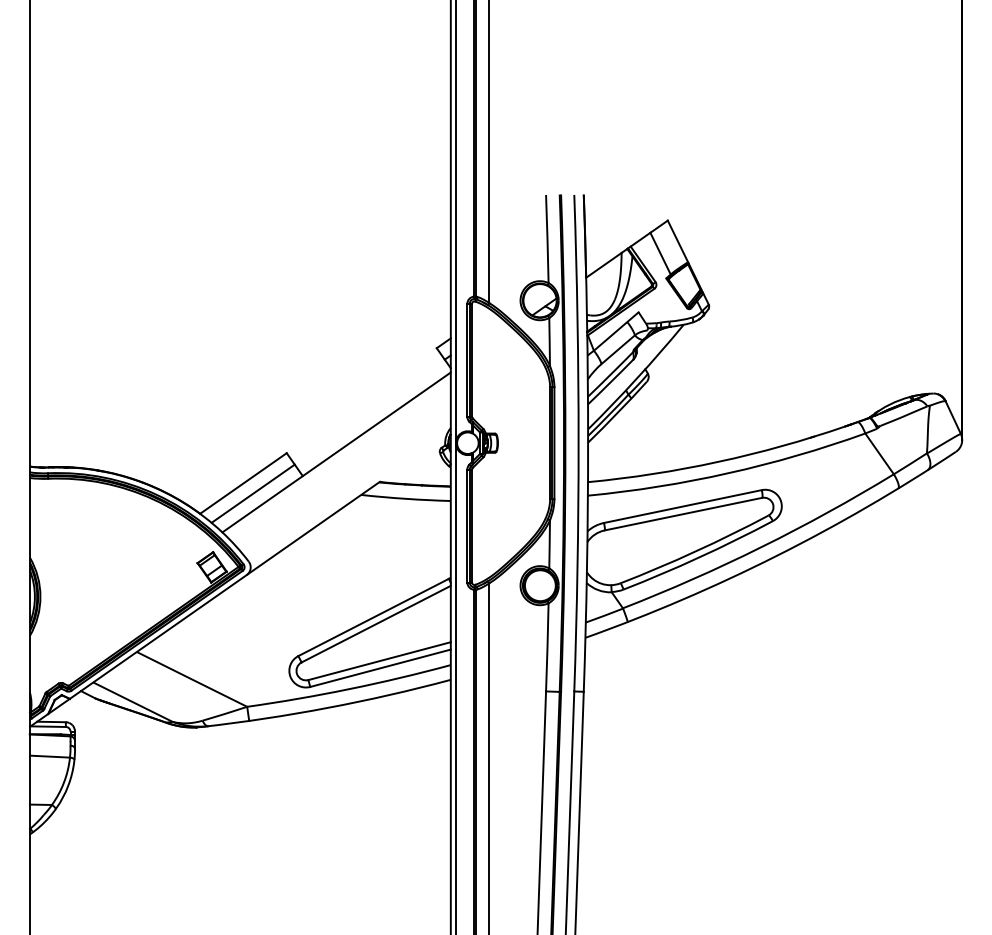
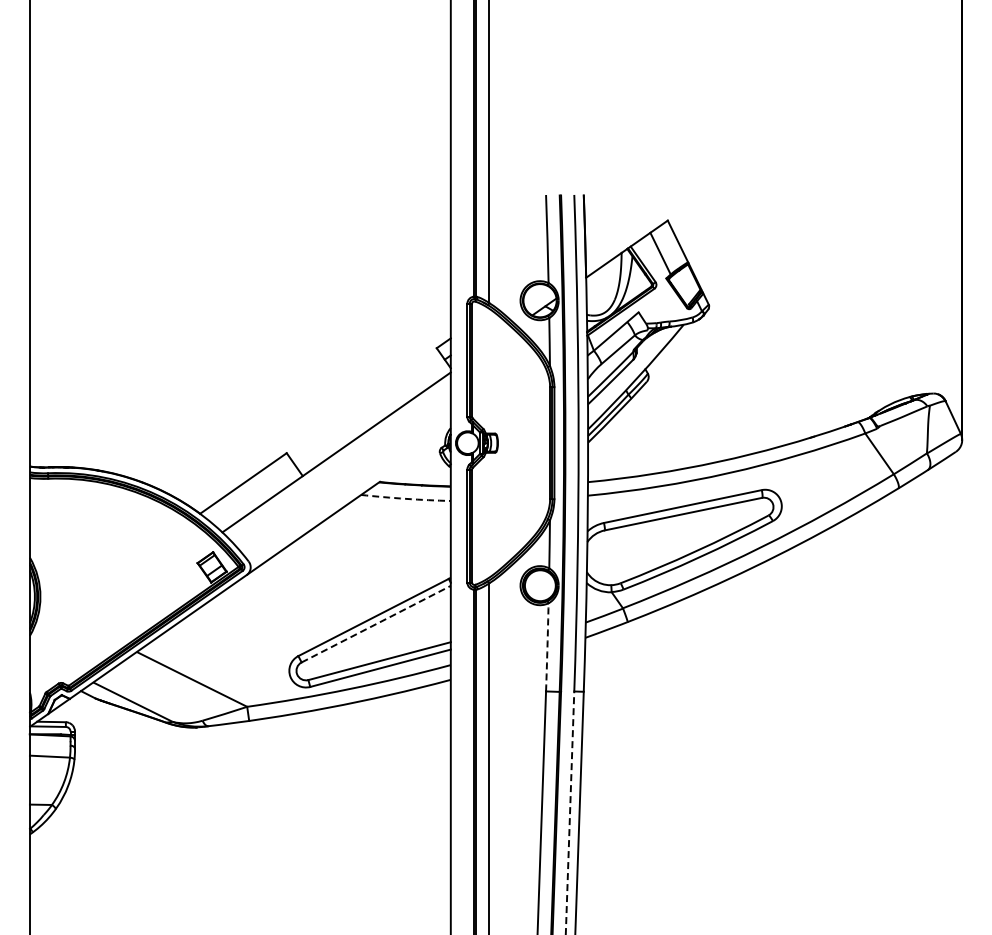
line at (455, 466): present -> none
line at (252, 493): present -> none
arc at (405, 498): solid -> dashed
line at (376, 624): solid -> dashed
arc at (547, 647): solid -> dashed
line at (570, 812): solid -> dashed
